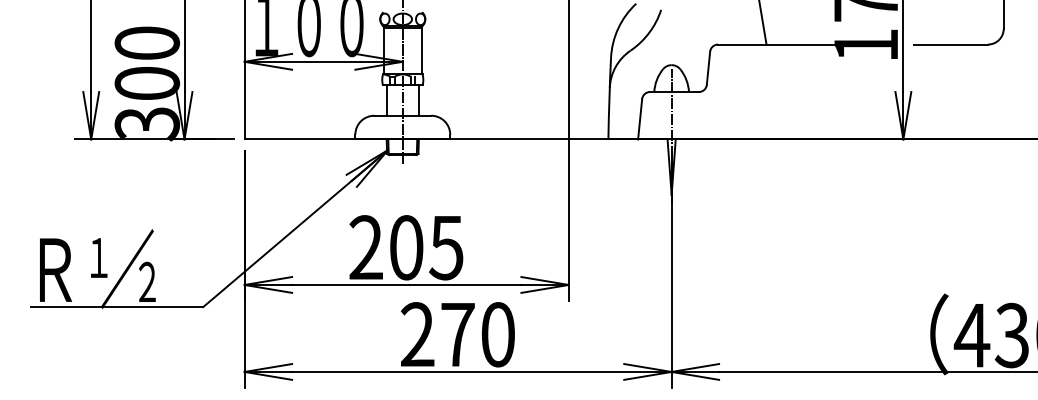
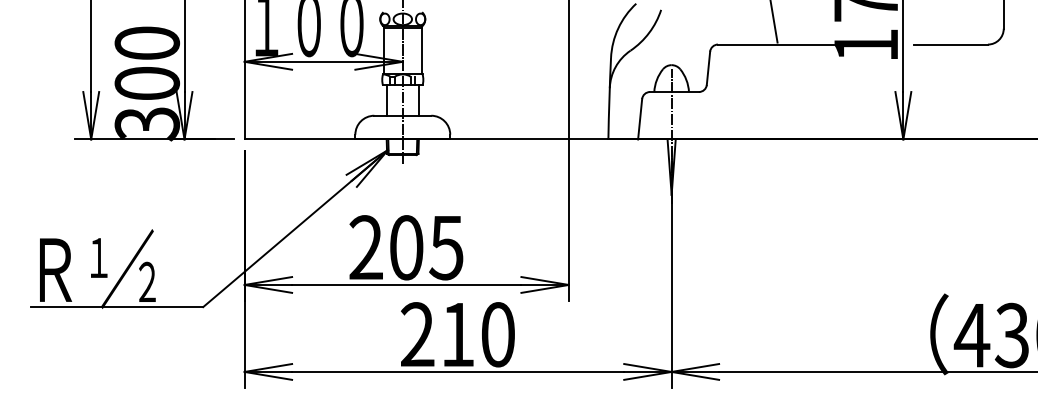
line at (762, 23) position: (762, 23) -> (773, 22)
text at (457, 334): 270 -> 210
